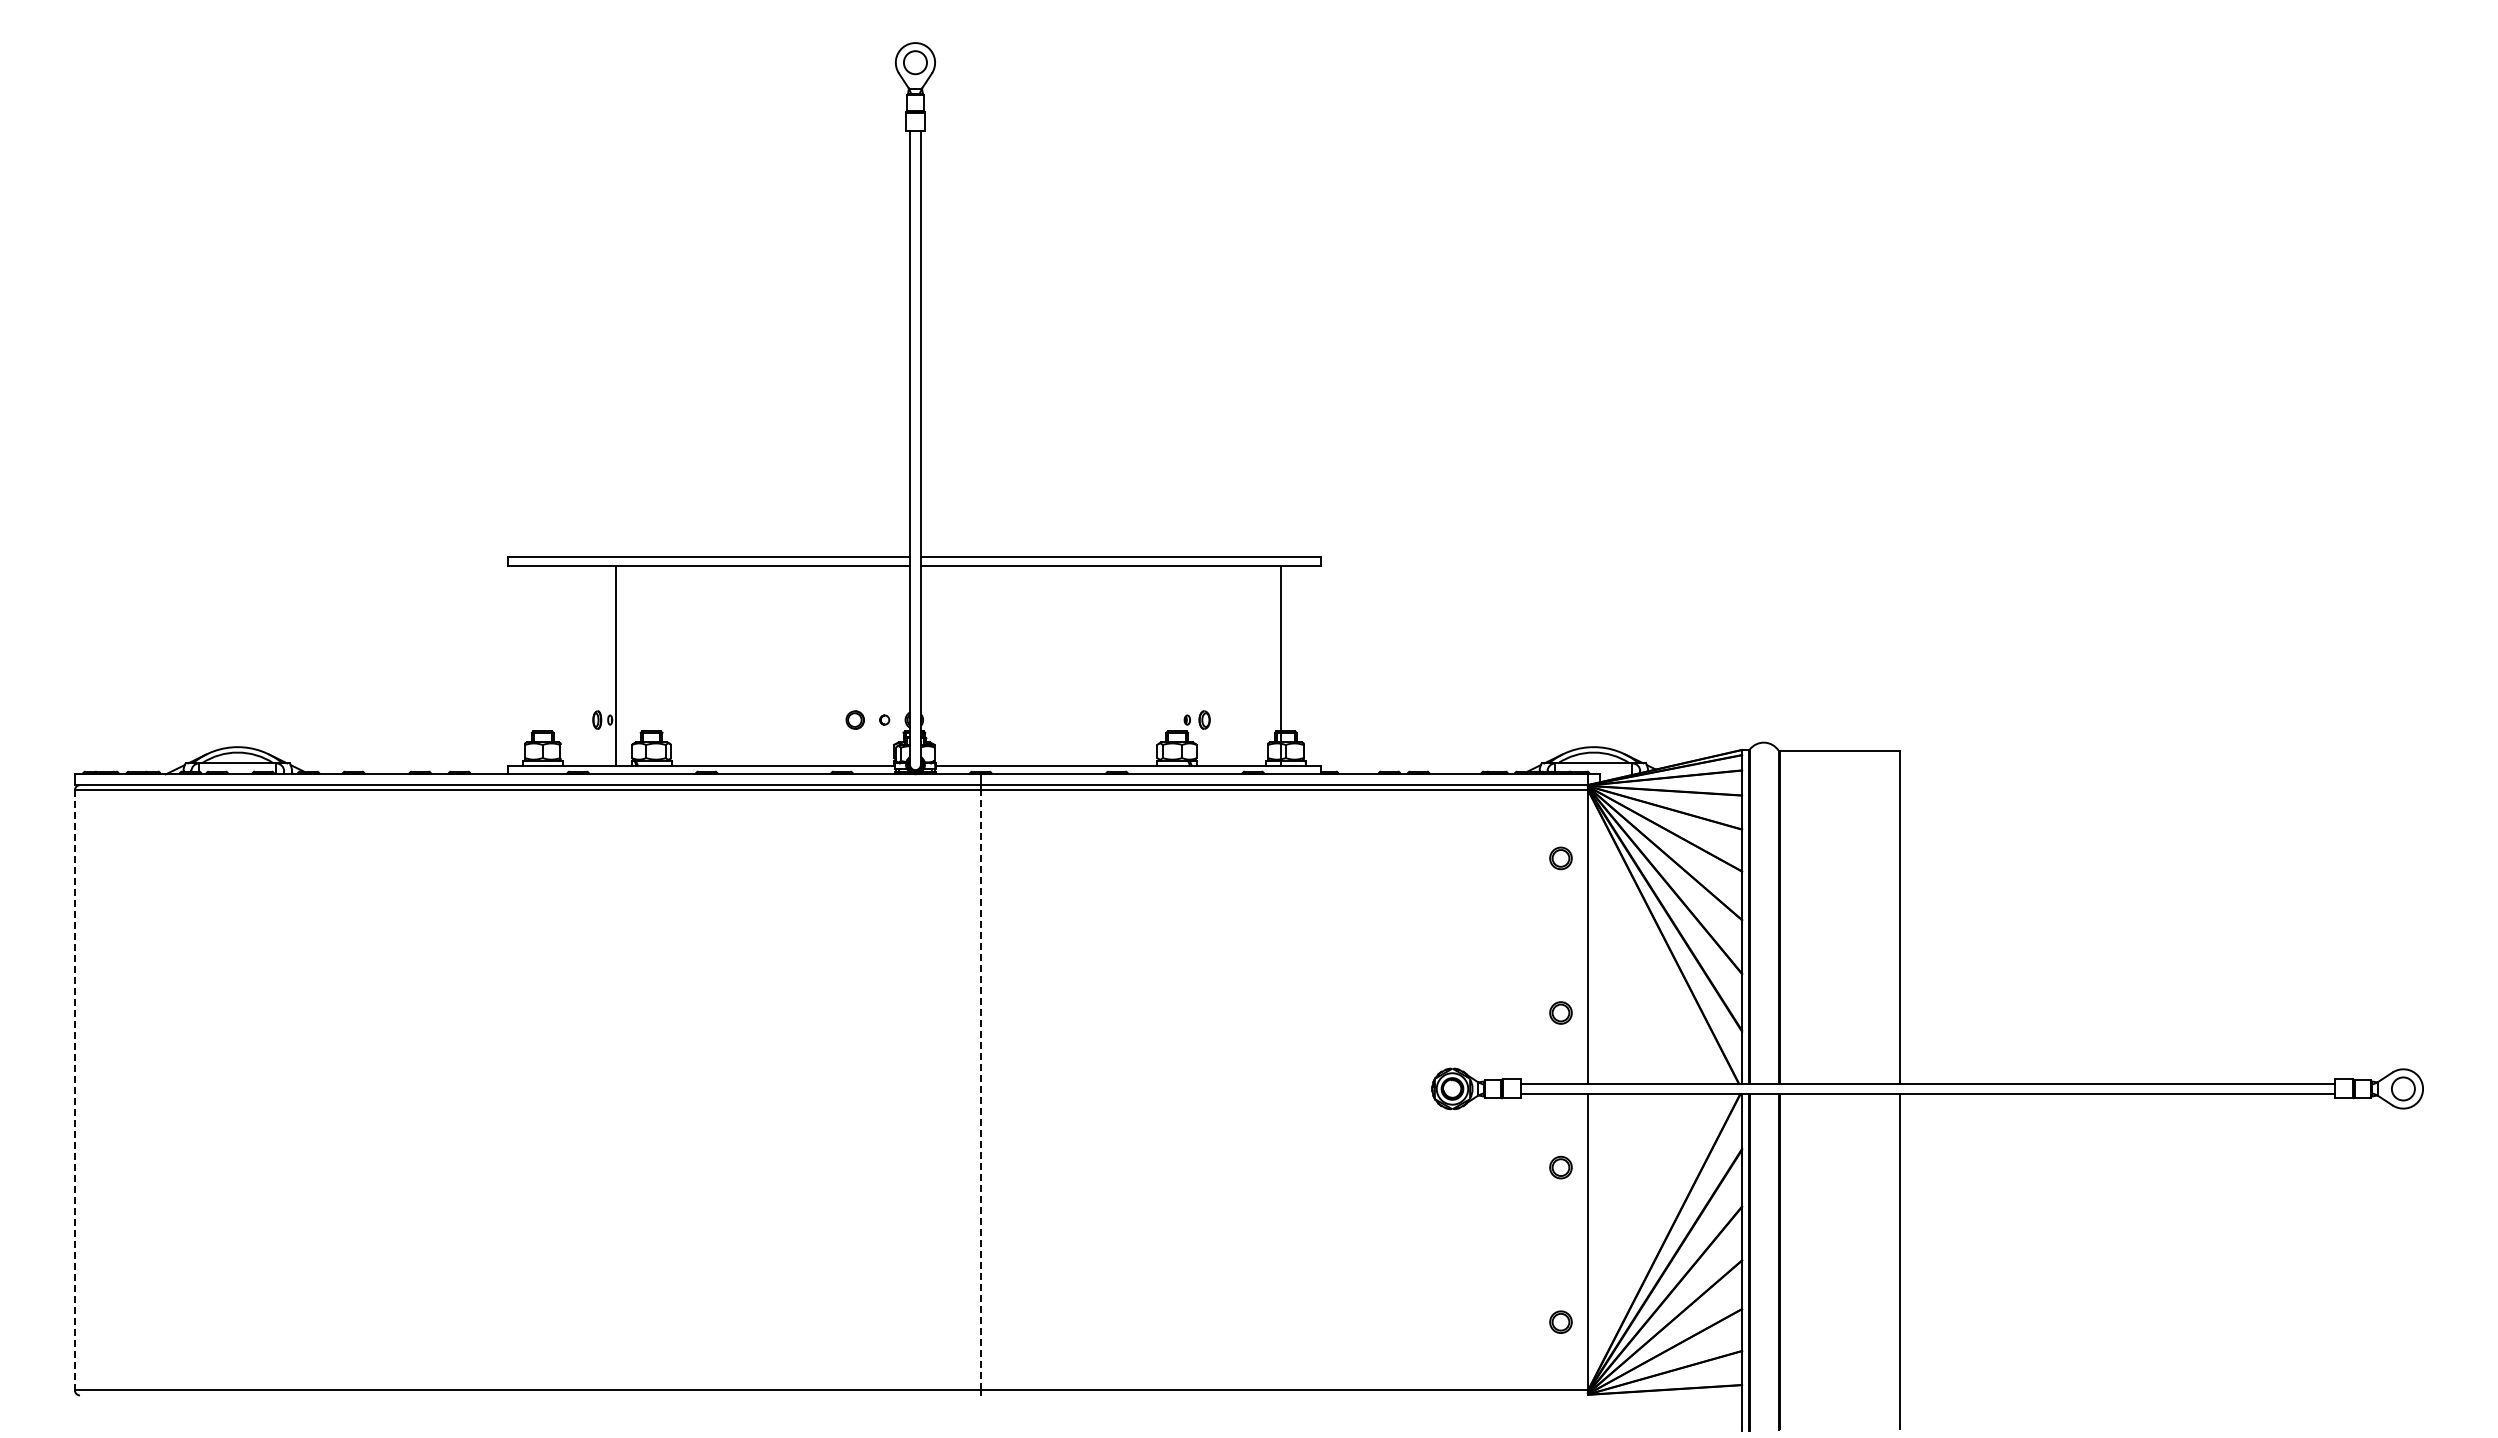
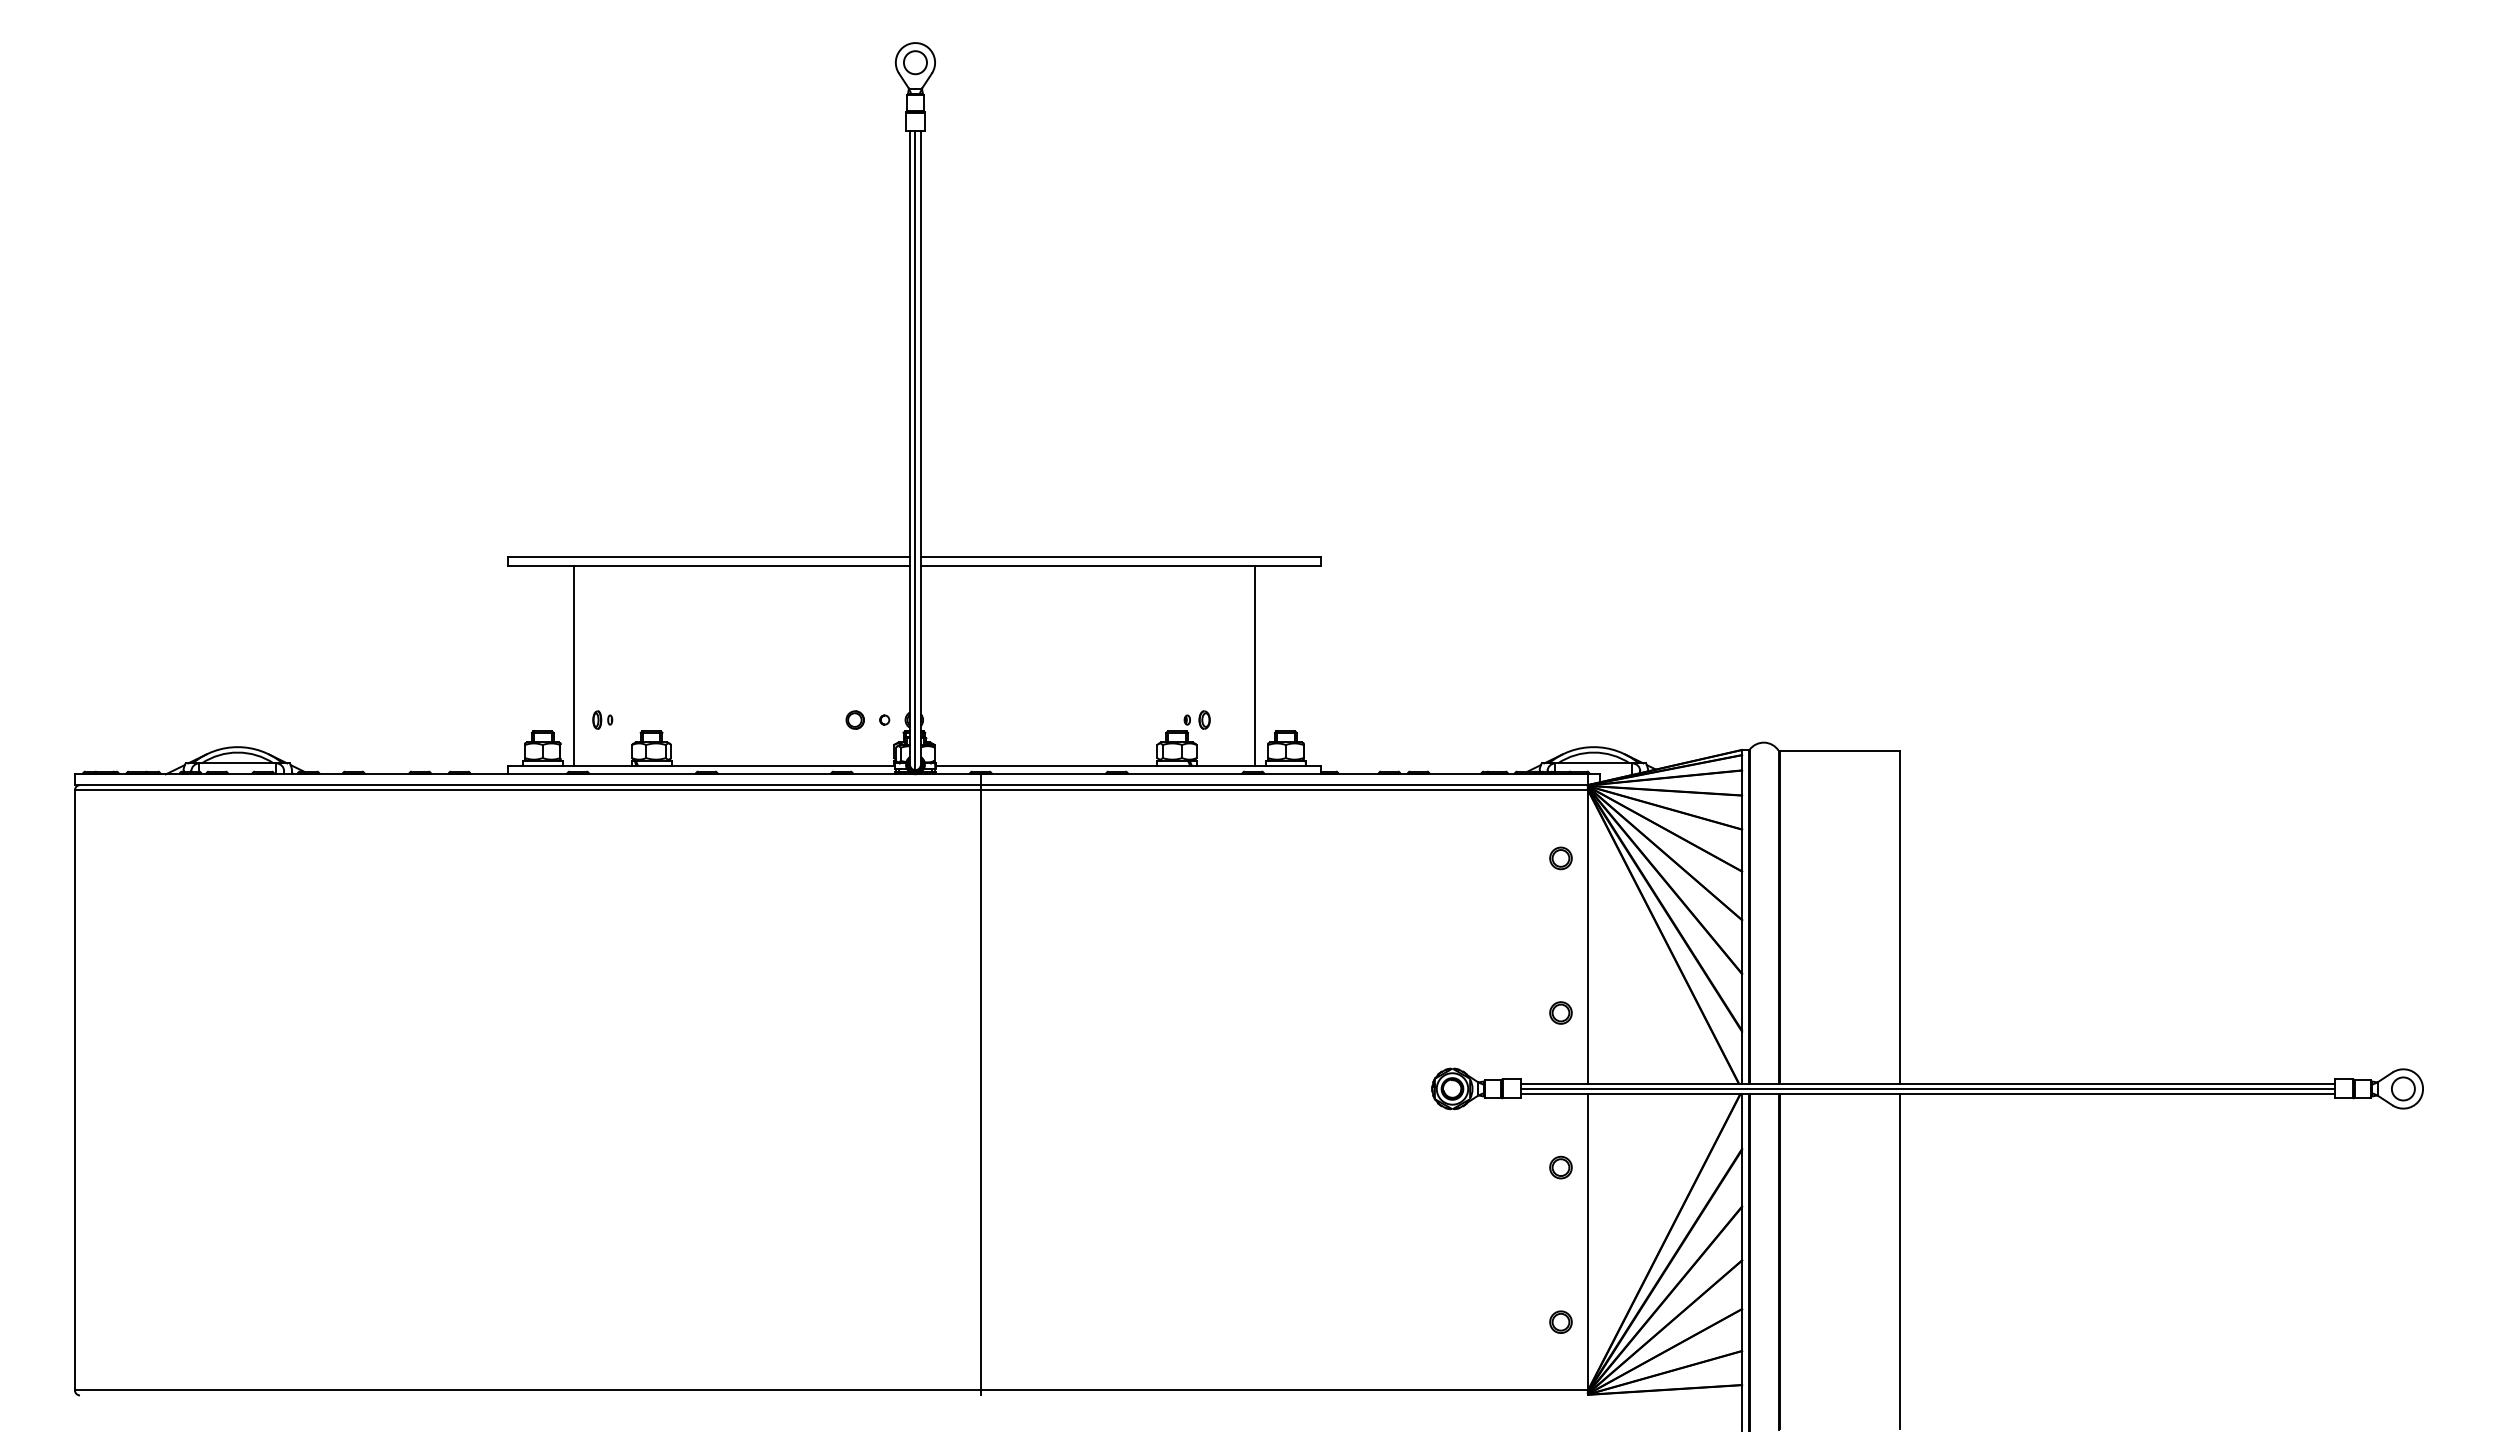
line at (915, 450): none -> present
line at (615, 665) position: (615, 665) -> (573, 665)
line at (1280, 665) position: (1280, 665) -> (1254, 665)
line at (1927, 1088): none -> present
line at (980, 1089): dashed -> solid
line at (74, 1090): dashed -> solid
